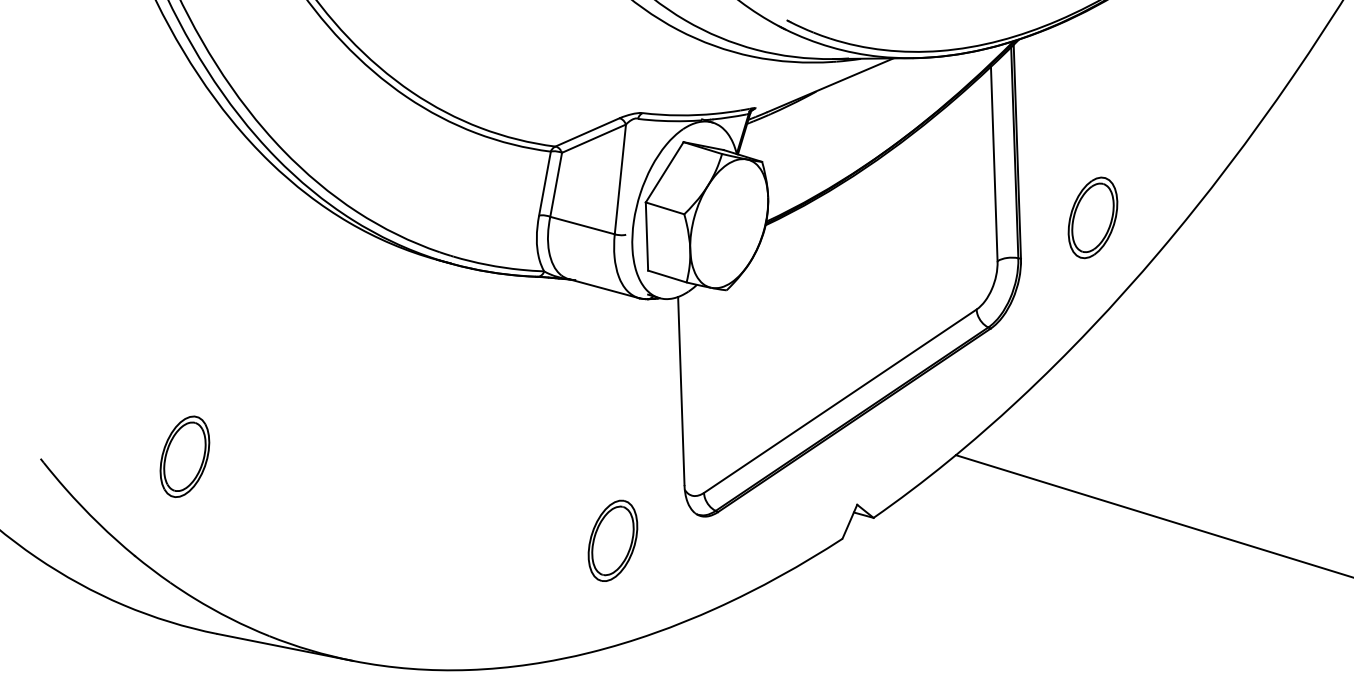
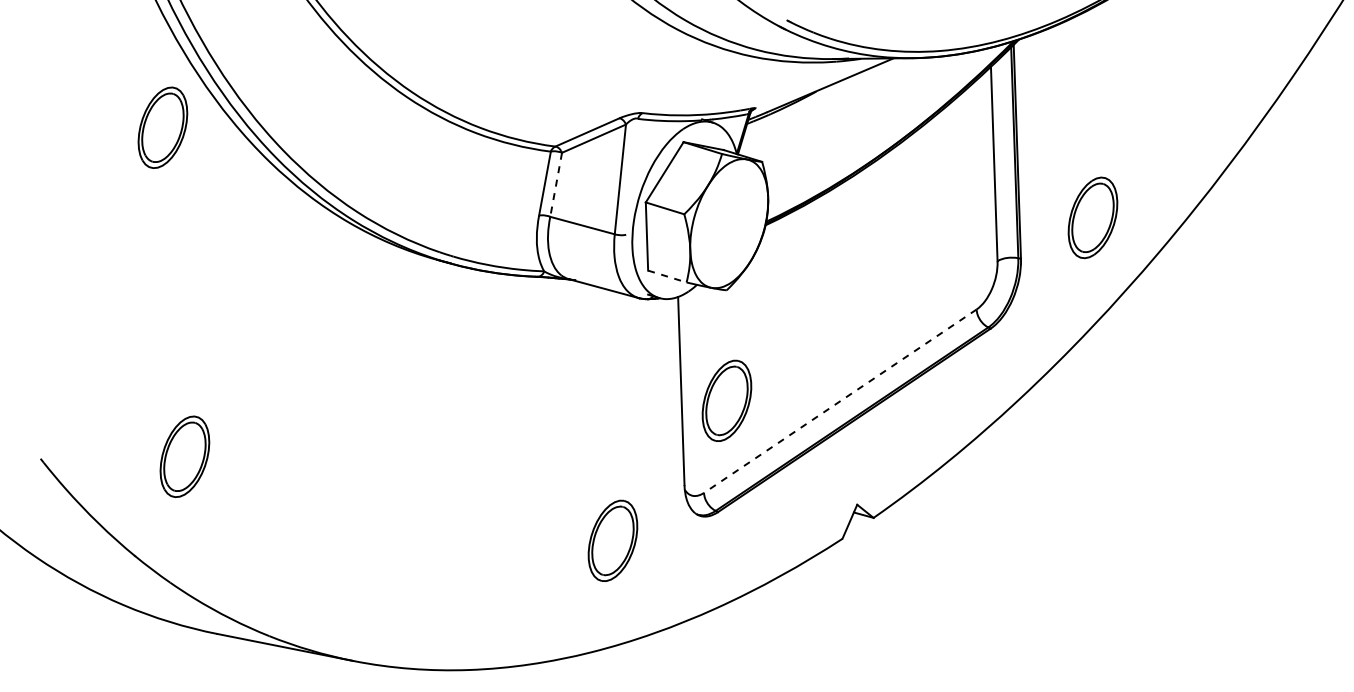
part at (162, 127): none -> present
line at (556, 184): solid -> dashed
line at (667, 276): solid -> dashed
part at (726, 400): none -> present
line at (839, 401): solid -> dashed
line at (1152, 515): present -> none
